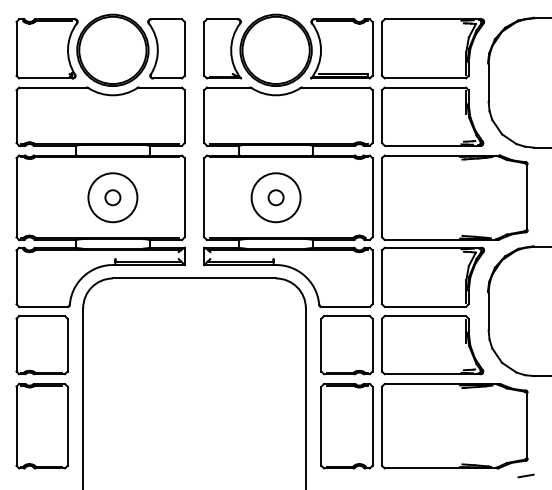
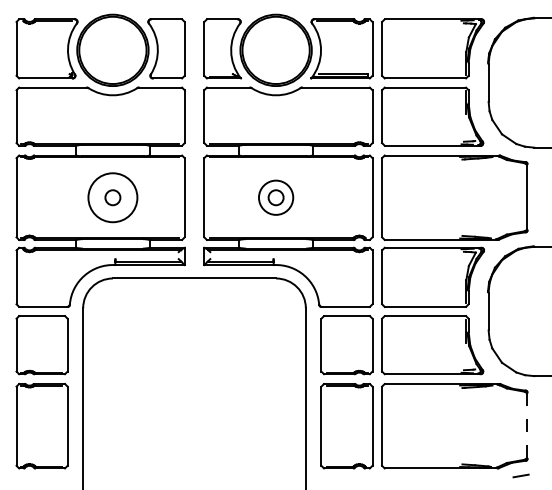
circle at (275, 197) diameter: 49 px -> 34 px
line at (527, 426): solid -> dashed
line at (525, 475) position: (525, 475) -> (520, 475)
